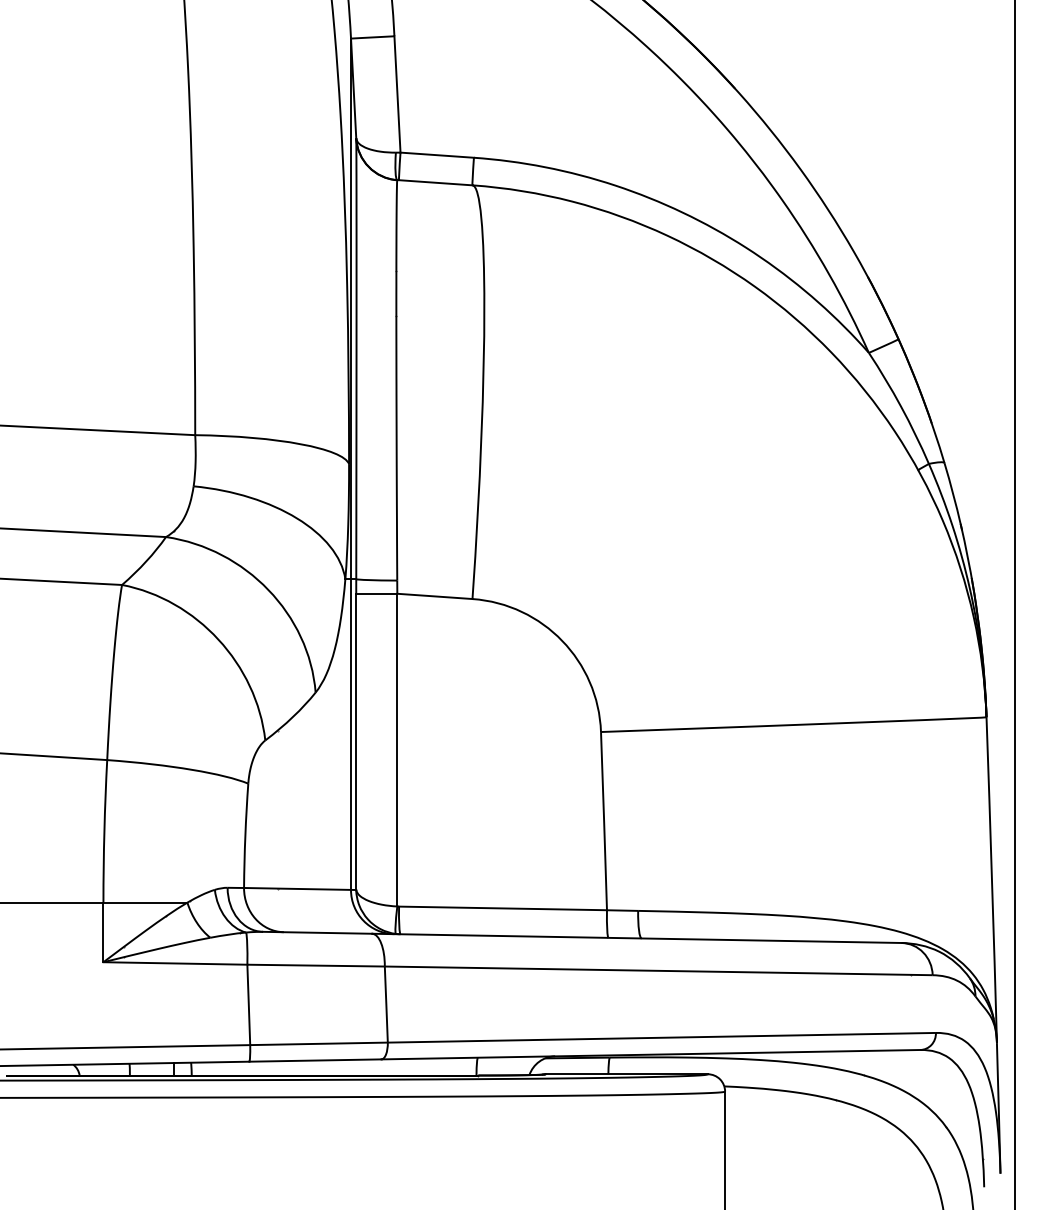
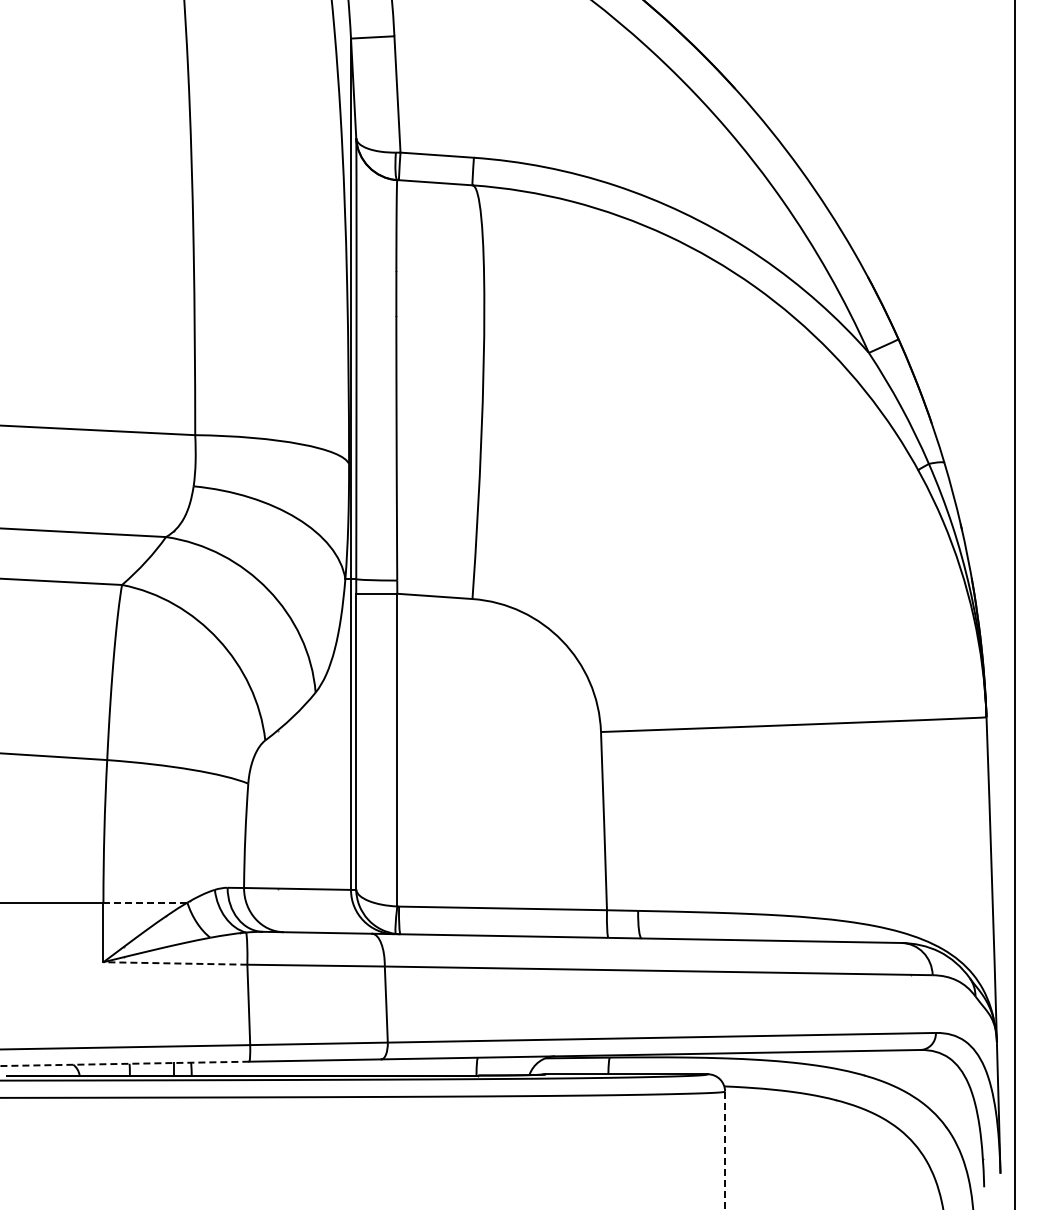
line at (145, 902): solid -> dashed
line at (175, 963): solid -> dashed
line at (124, 1063): solid -> dashed
line at (725, 1150): solid -> dashed
